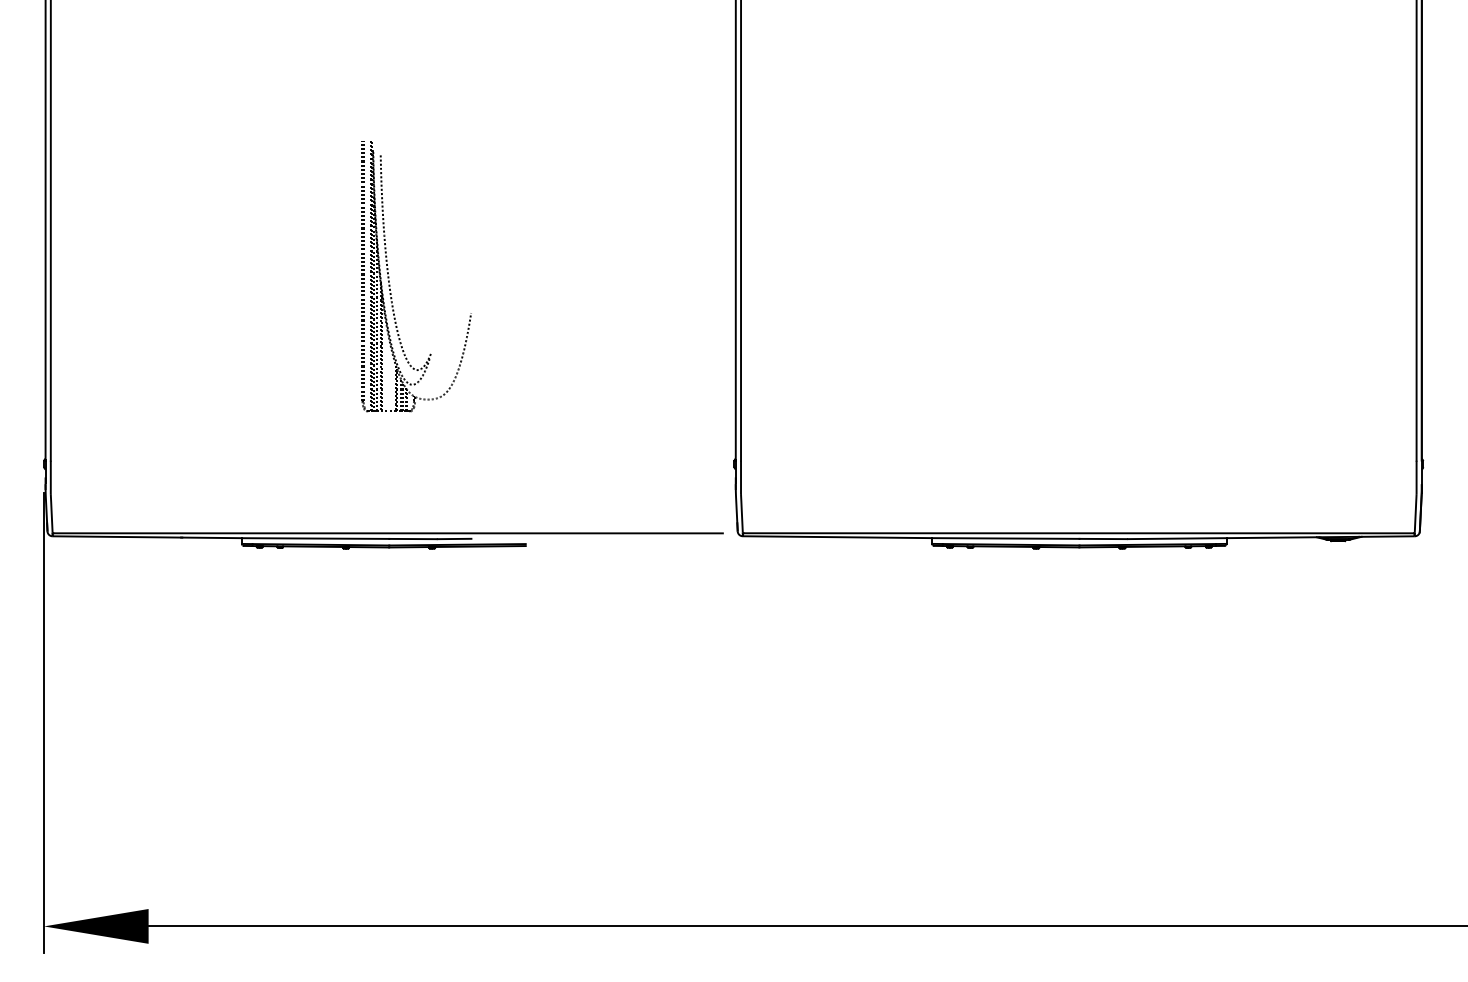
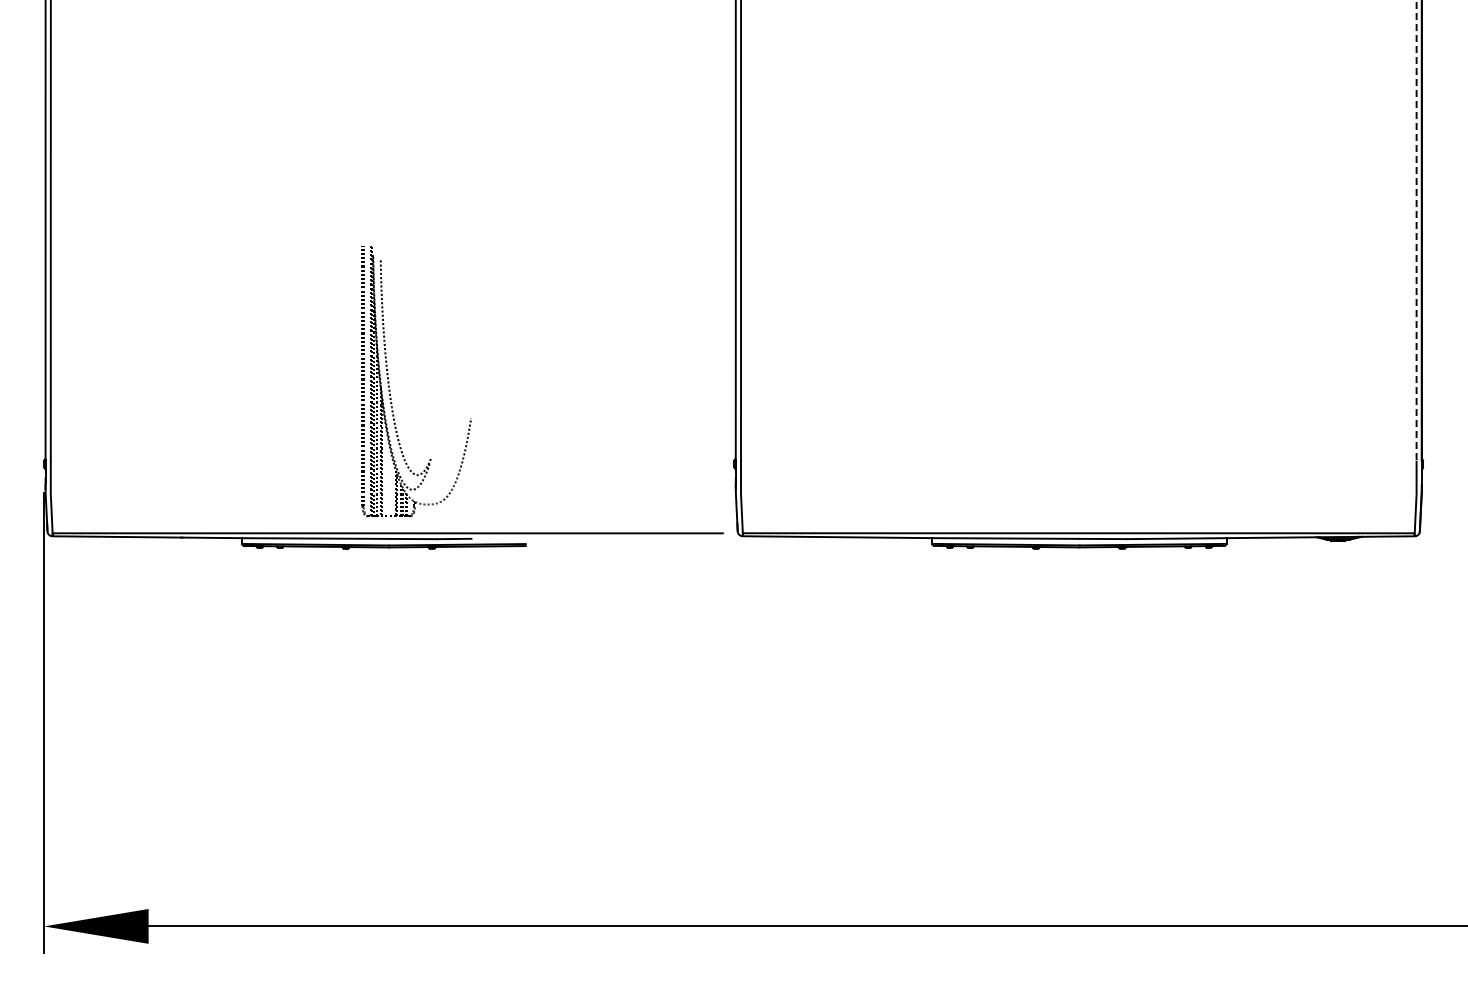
line at (1416, 230): solid -> dashed
part at (389, 276) position: (389, 276) -> (389, 381)
